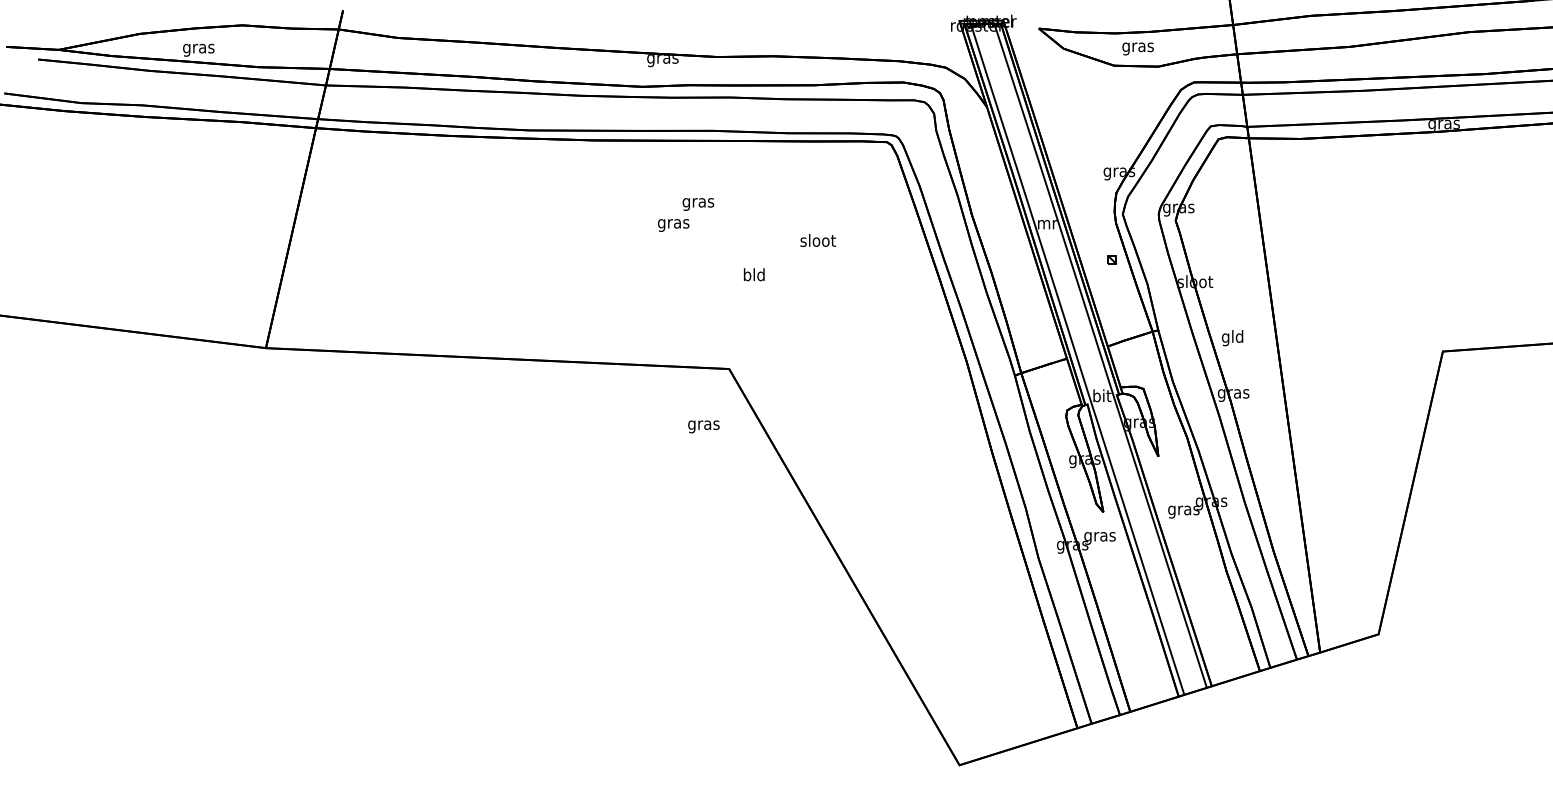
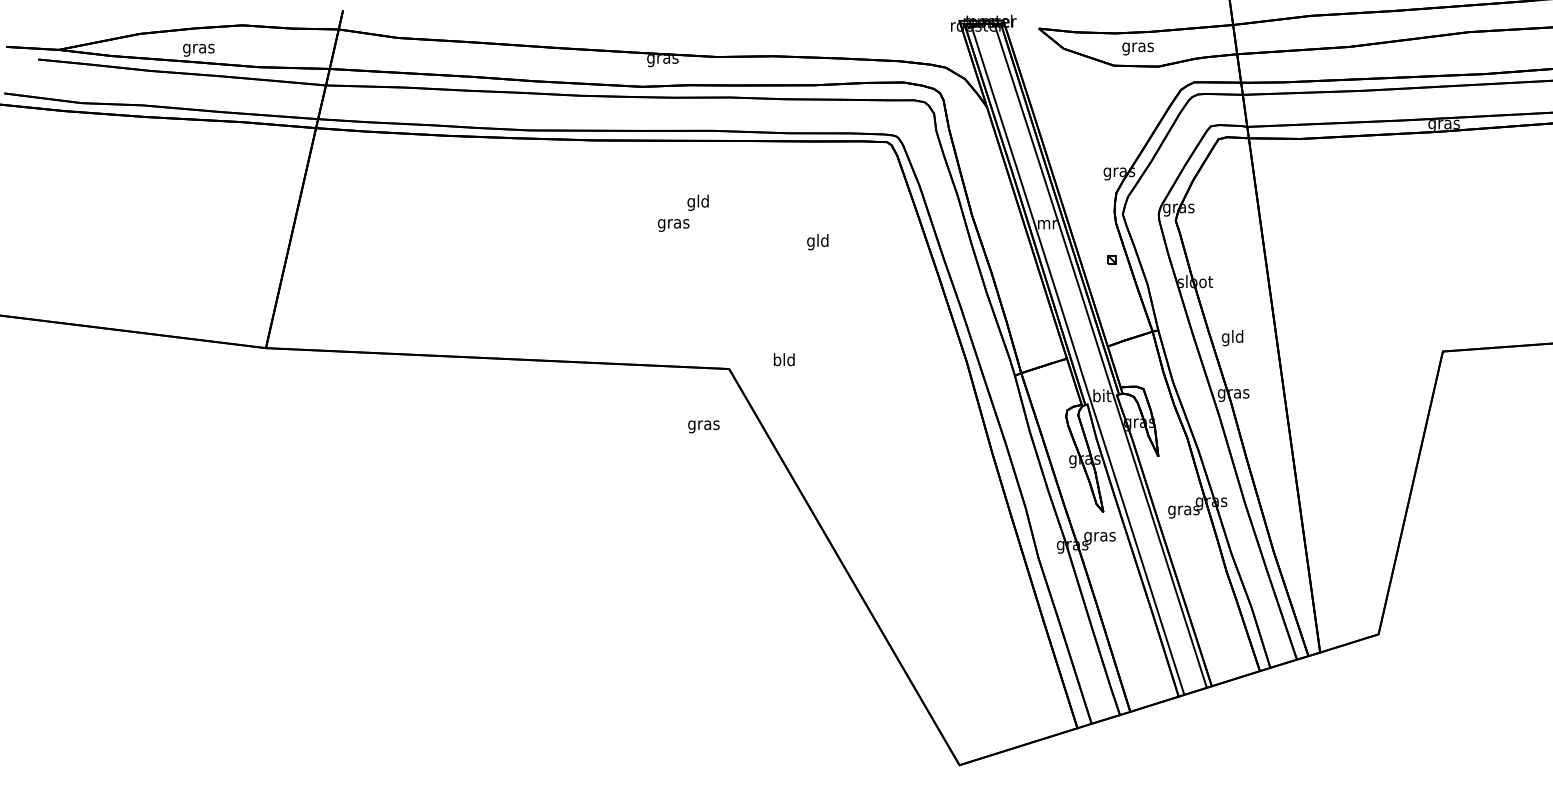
text at (698, 202): gras -> gld
text at (817, 242): sloot -> gld
text at (753, 274) position: (753, 274) -> (783, 359)
